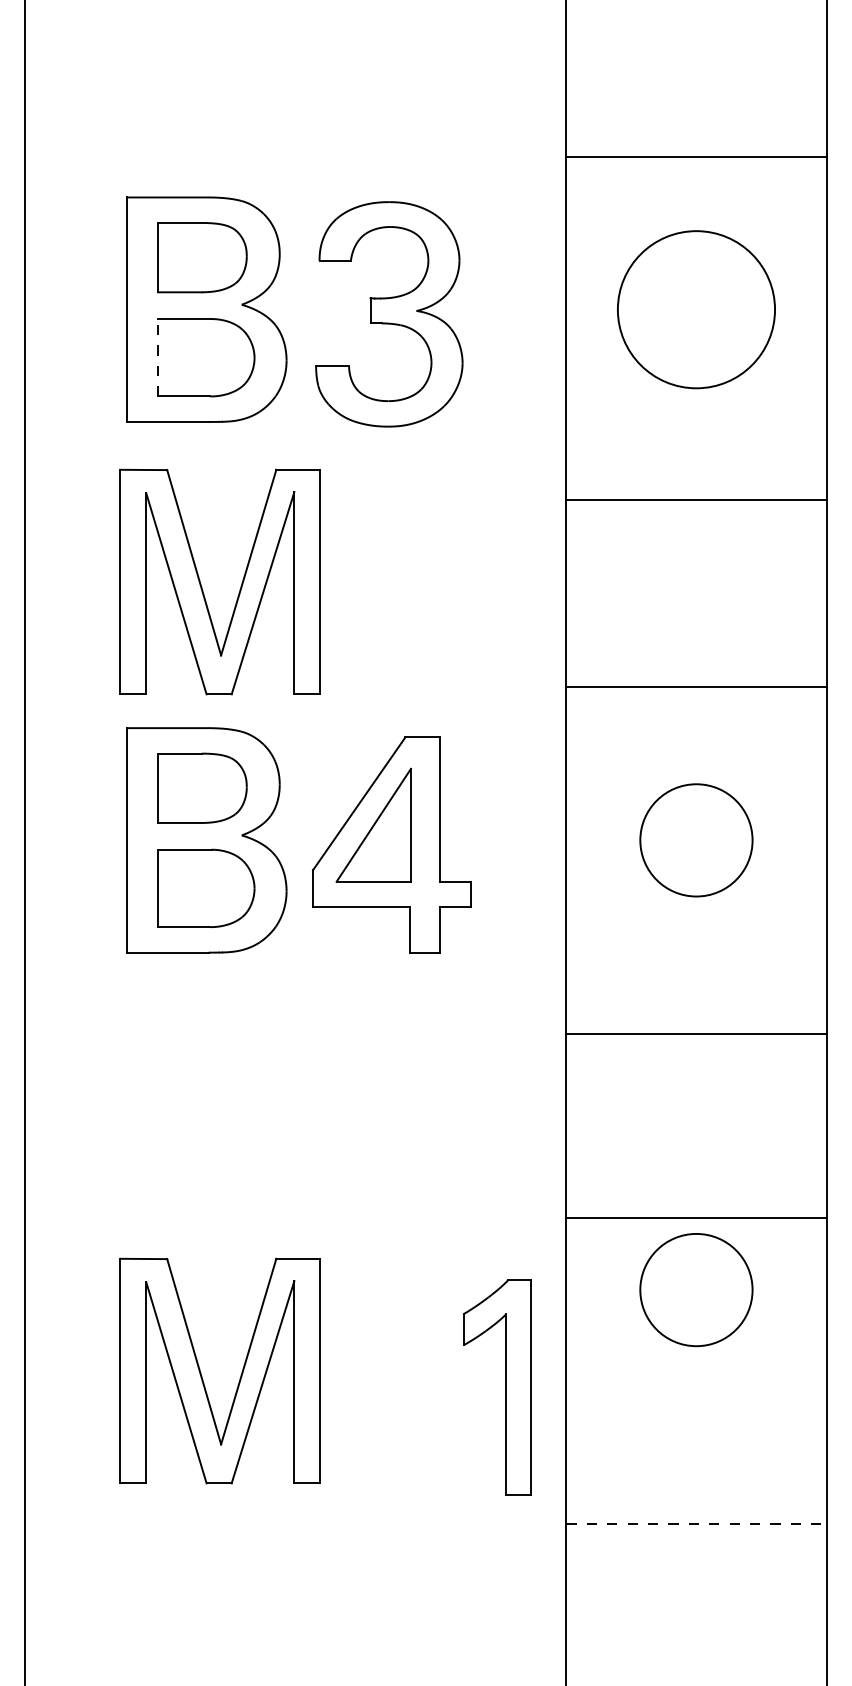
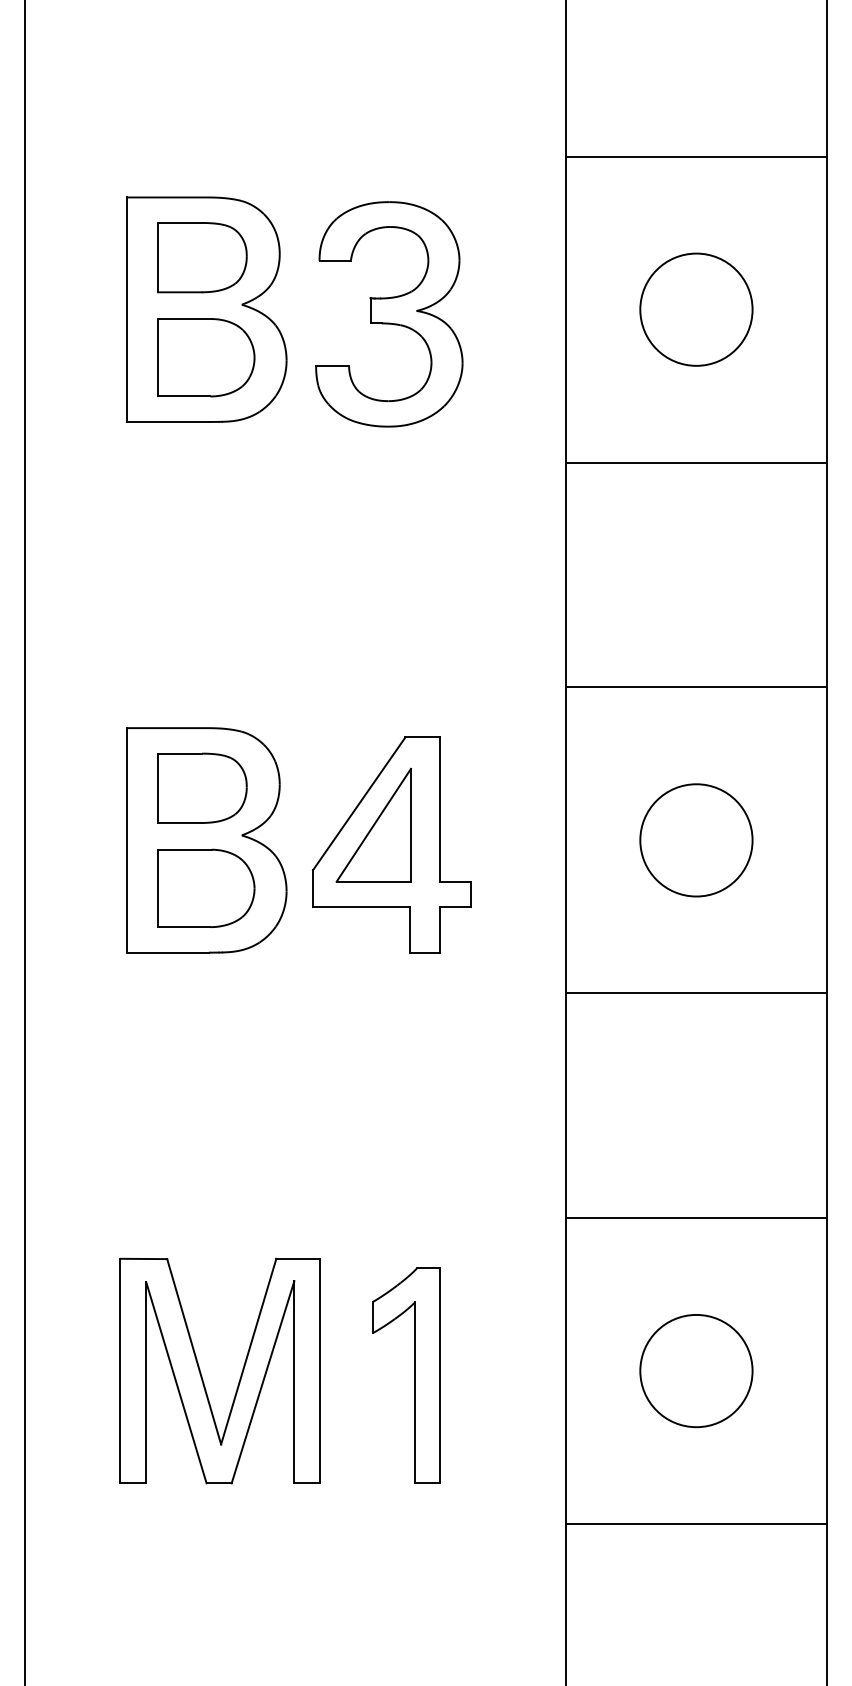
circle at (696, 309) diameter: 157 px -> 112 px
line at (158, 357): dashed -> solid
line at (696, 499) position: (696, 499) -> (696, 462)
part at (202, 587): present -> none
line at (696, 1034) position: (696, 1034) -> (696, 993)
circle at (696, 1290) position: (696, 1290) -> (696, 1371)
part at (505, 1387) position: (505, 1387) -> (414, 1375)
line at (696, 1524): dashed -> solid
